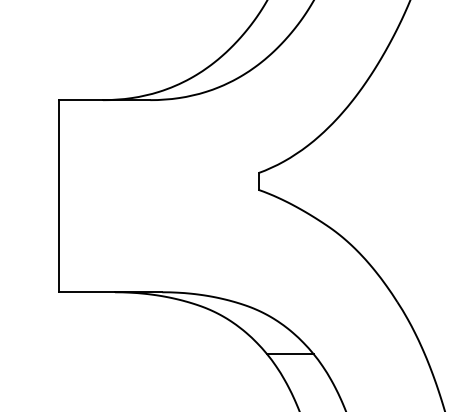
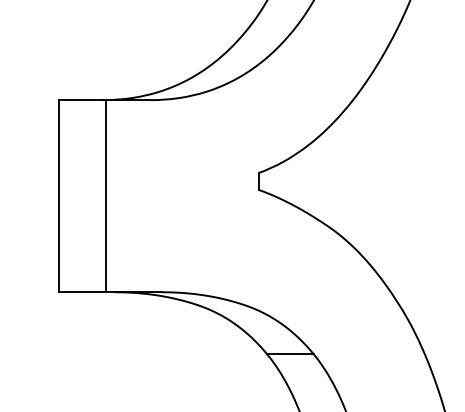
line at (106, 196): none -> present
